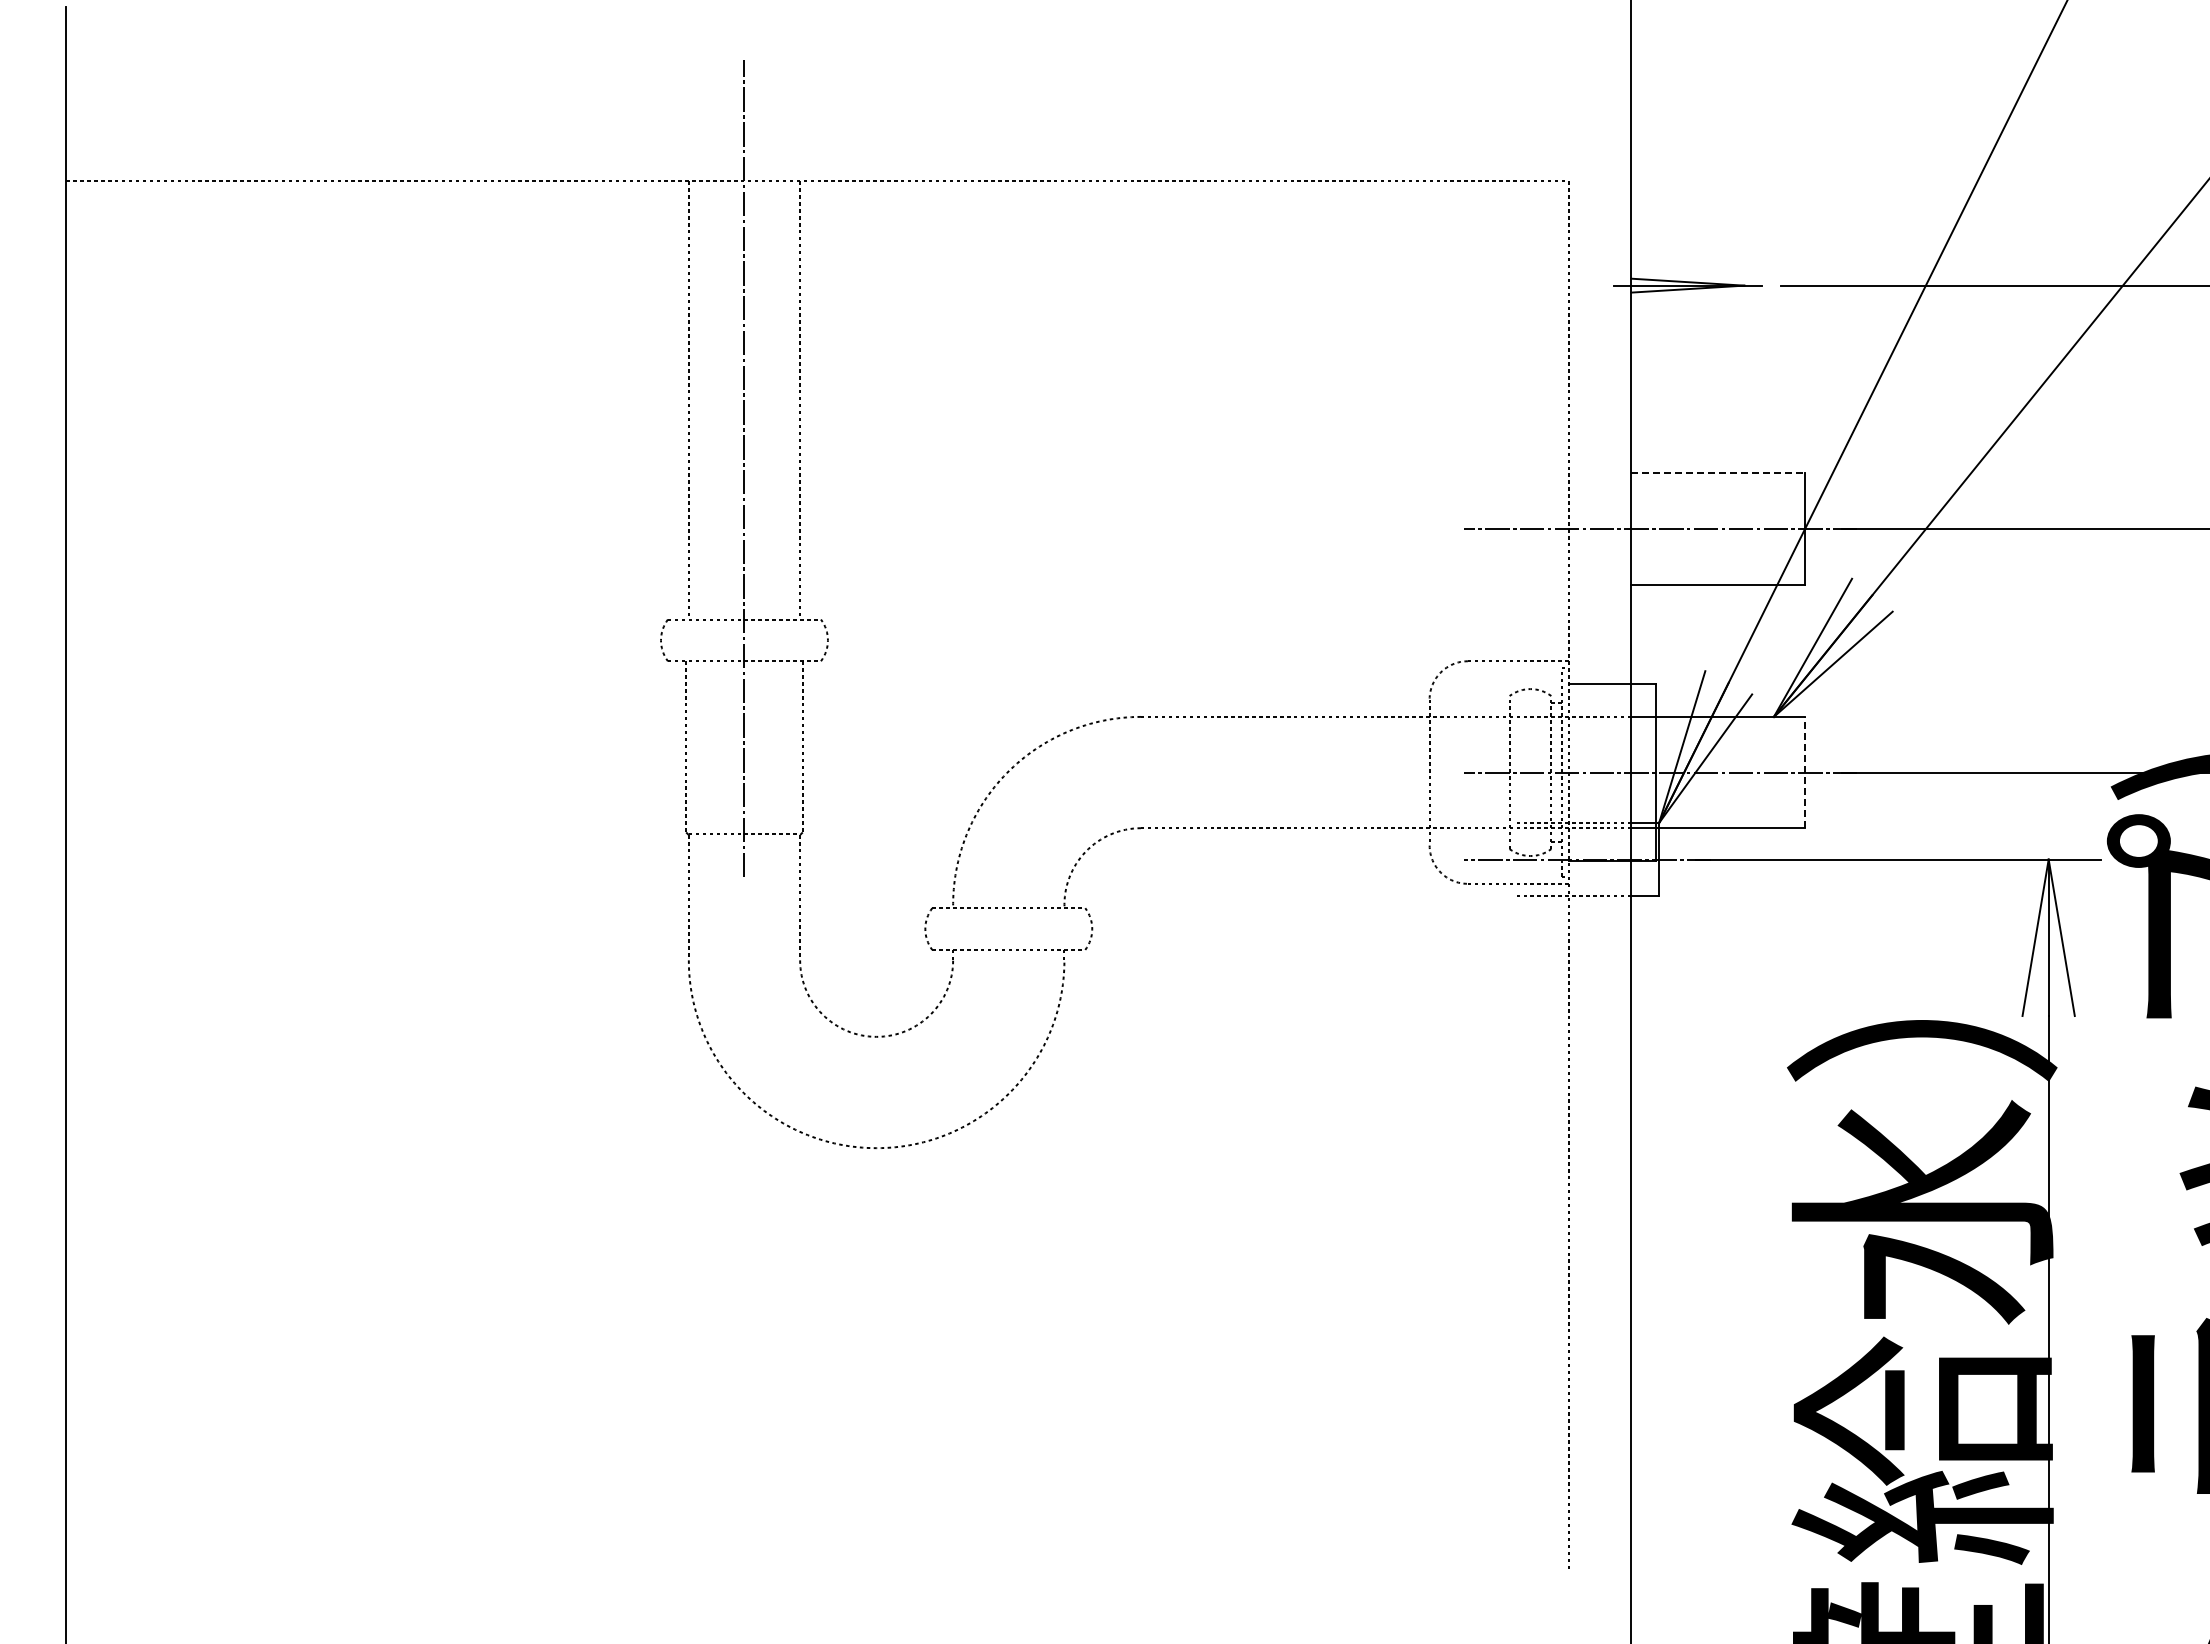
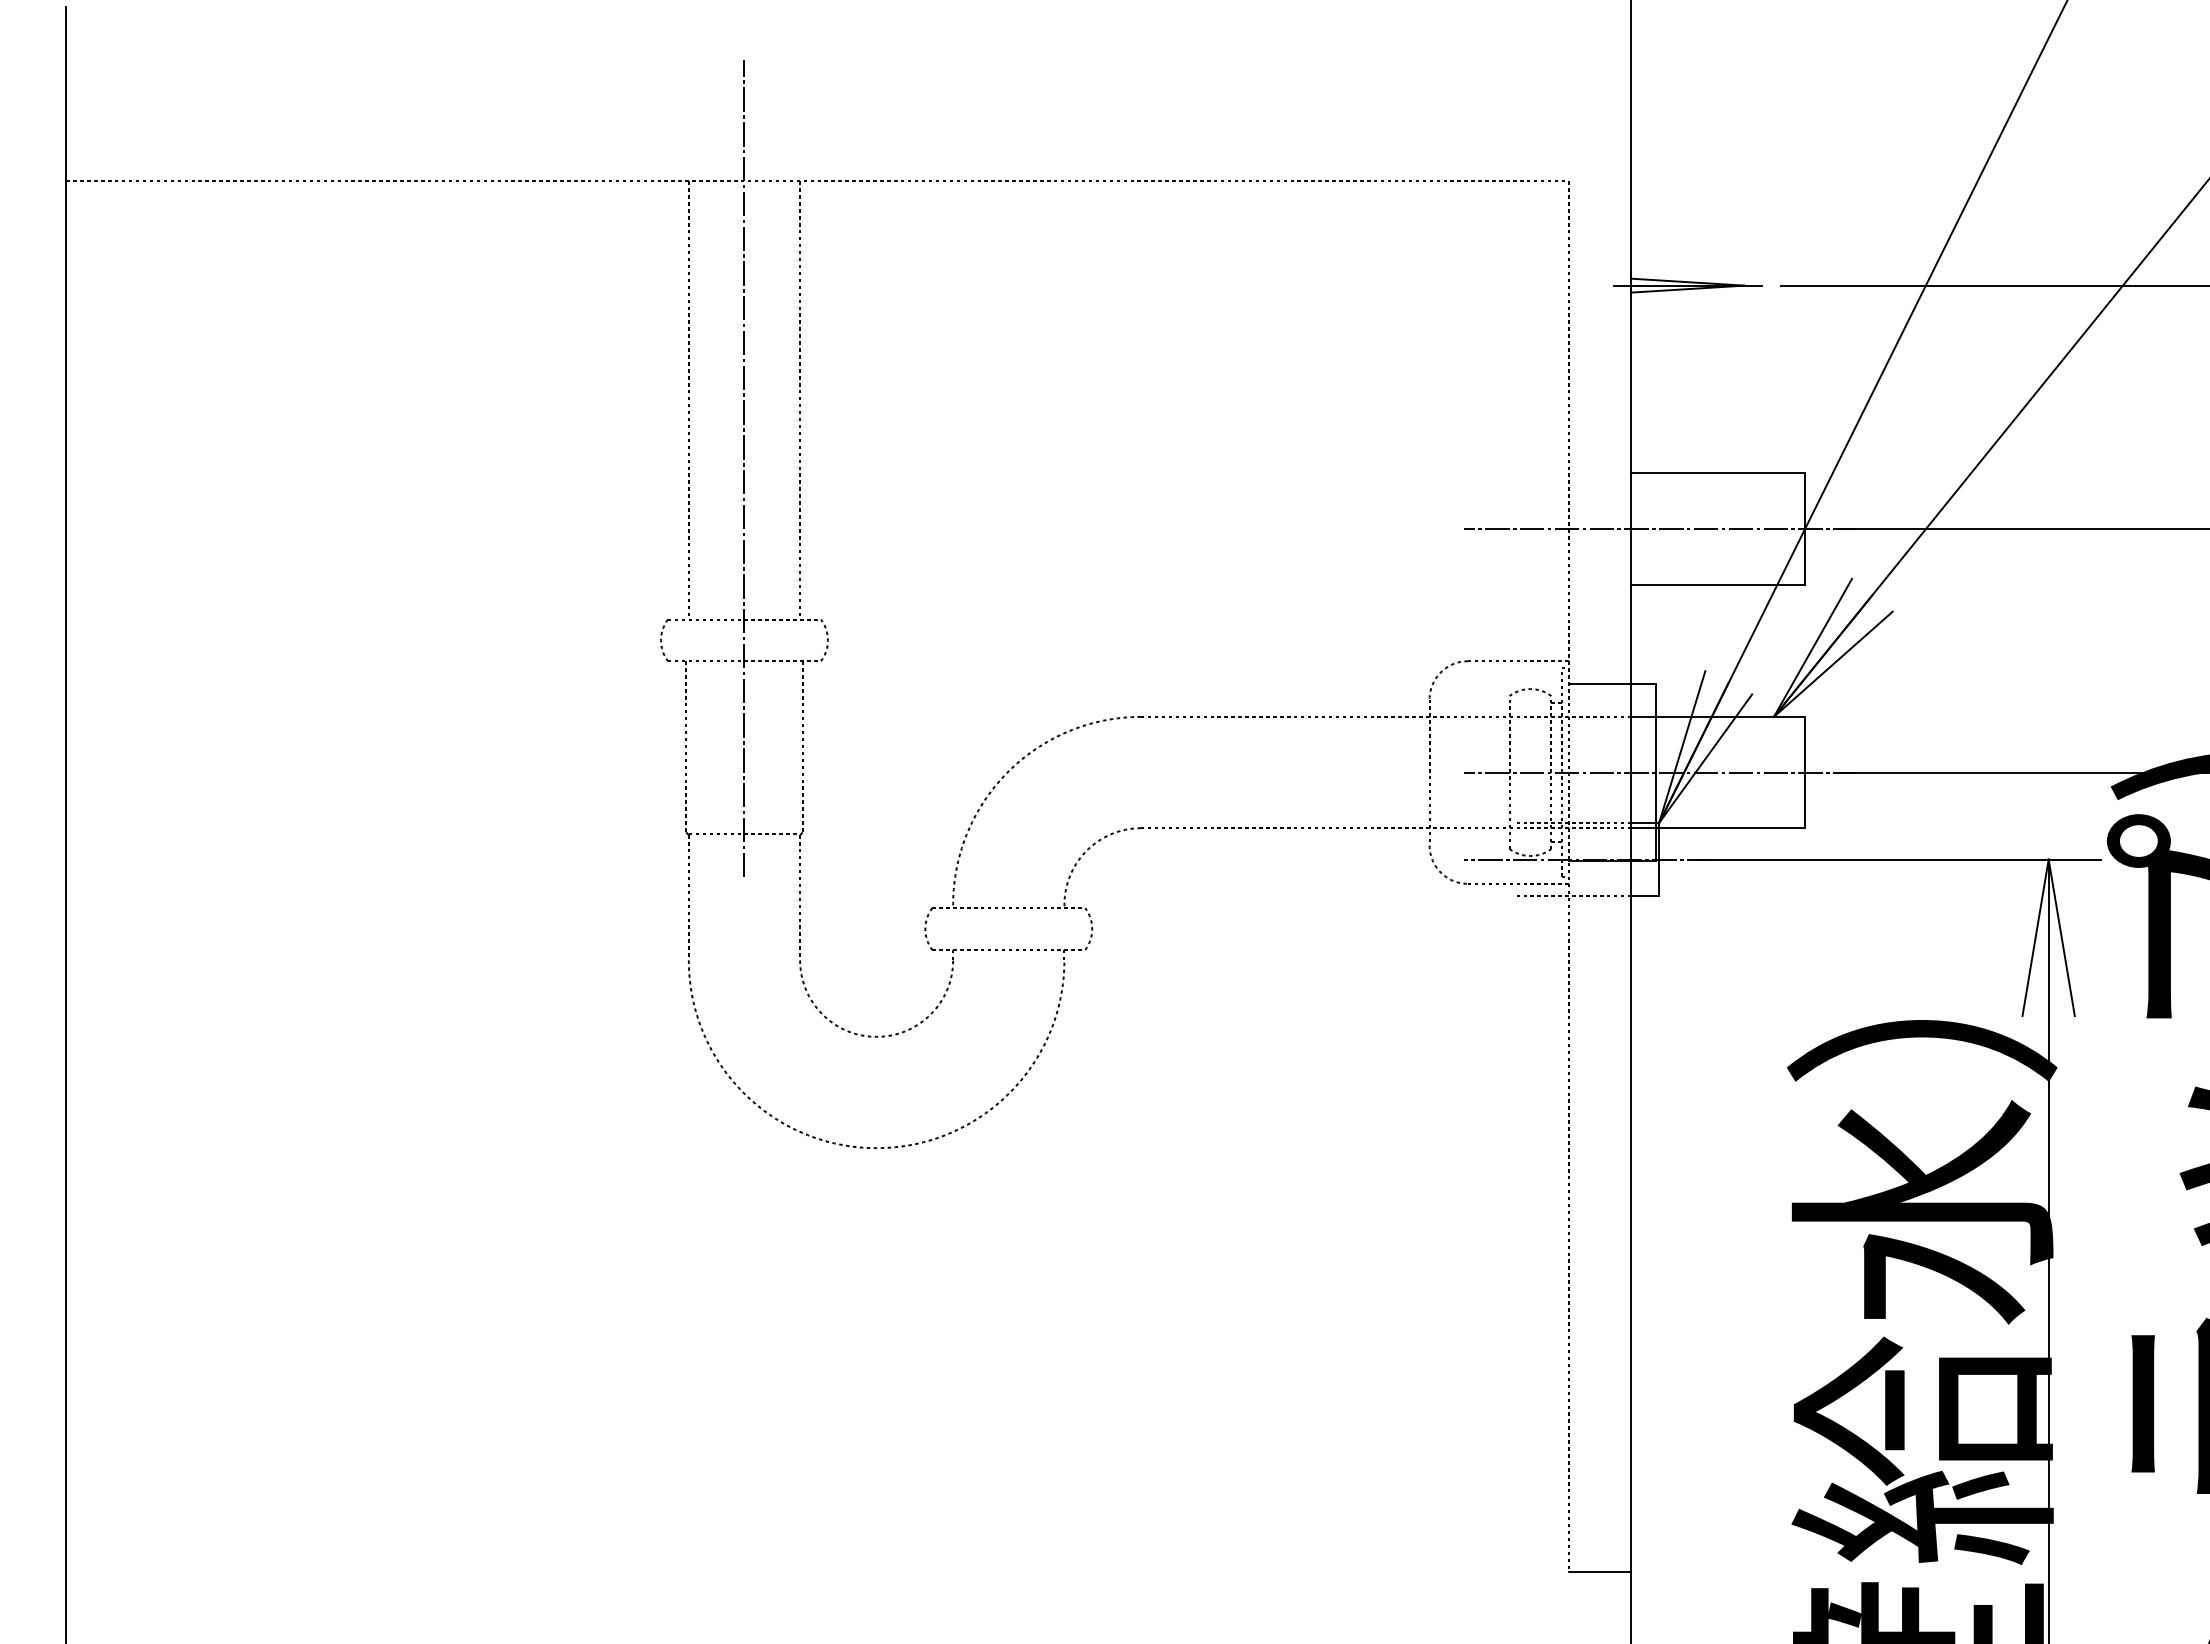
line at (1718, 473): dashed -> solid
line at (1805, 772): dashed -> solid
line at (1599, 1572): none -> present
